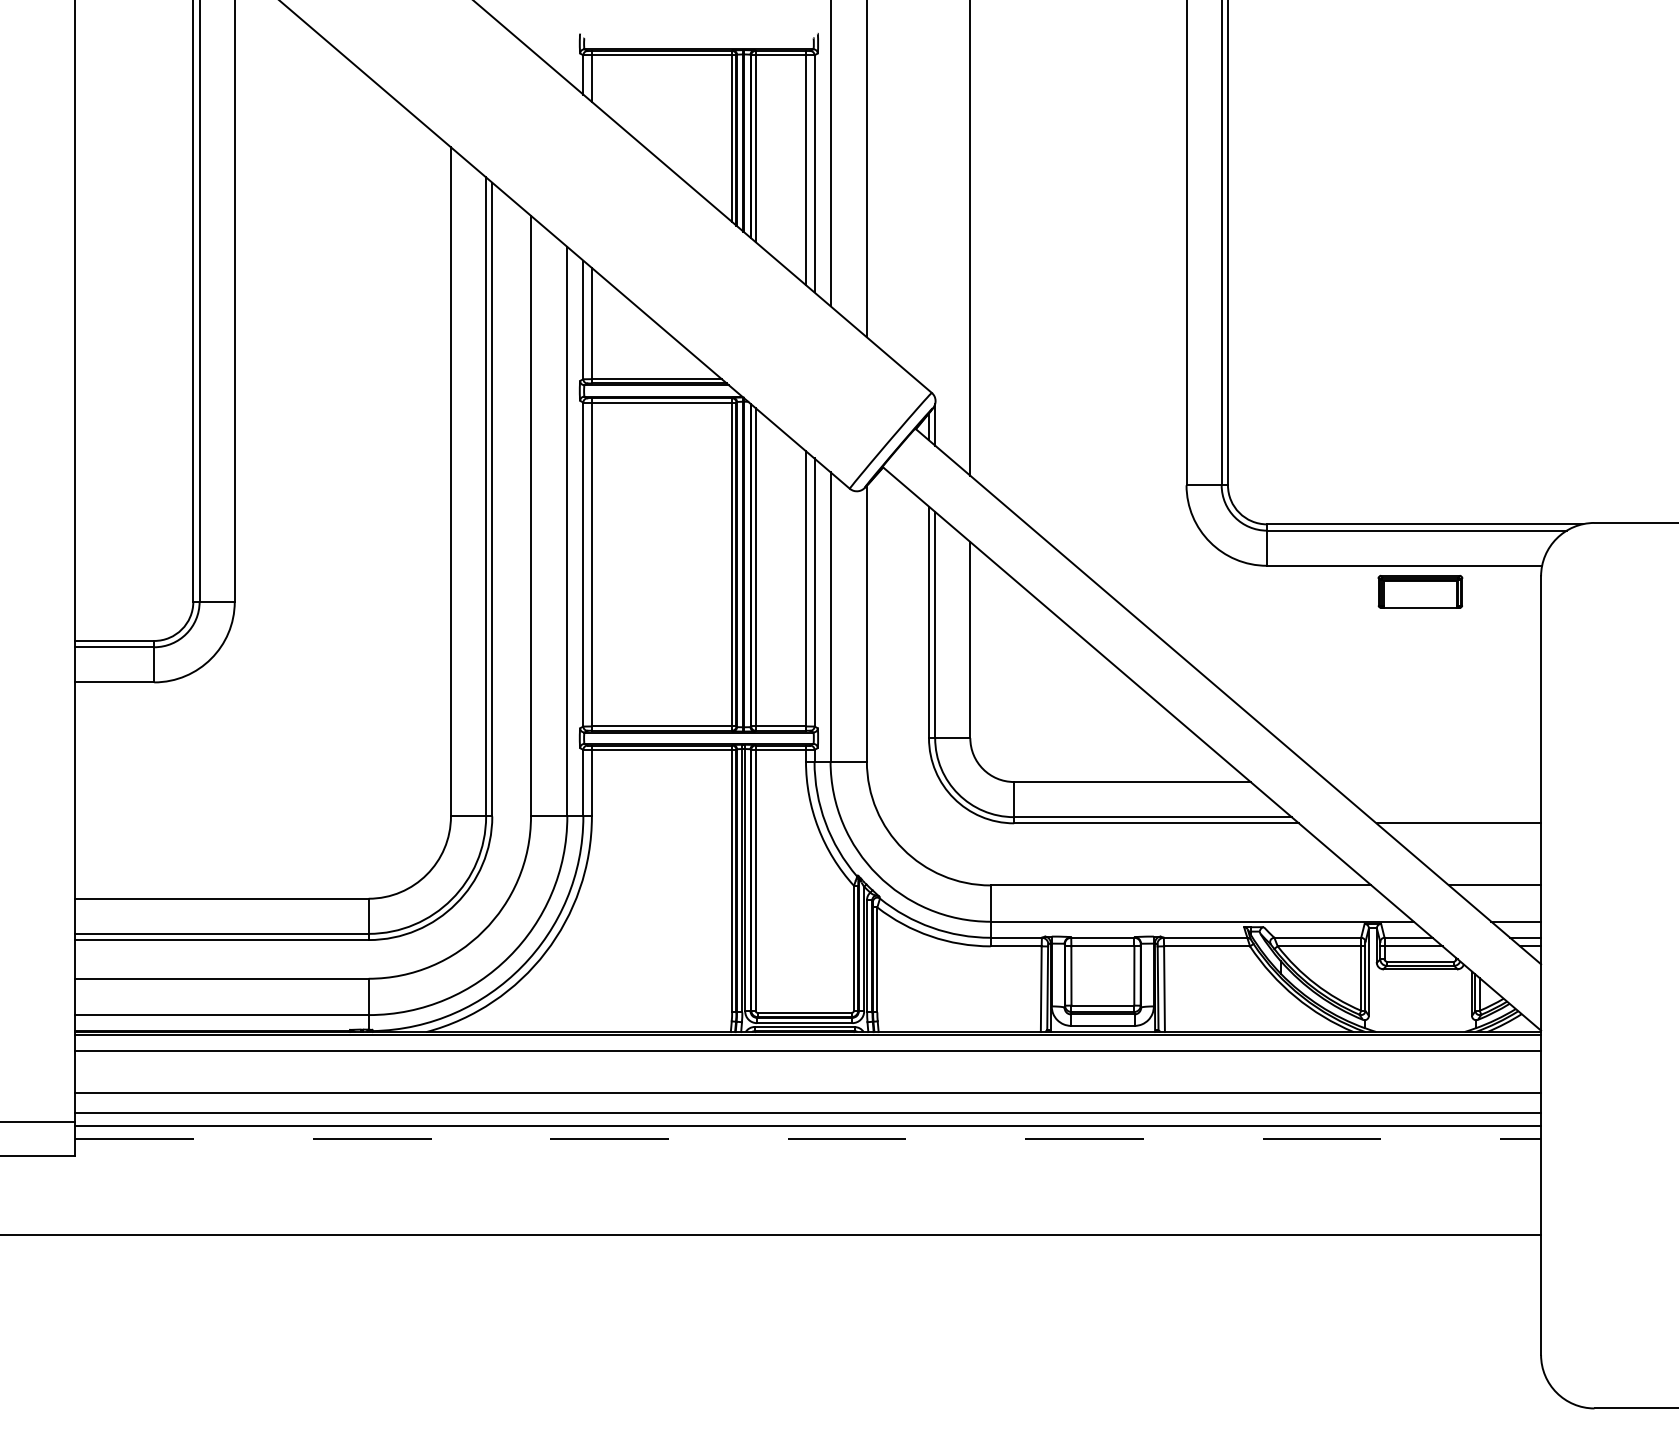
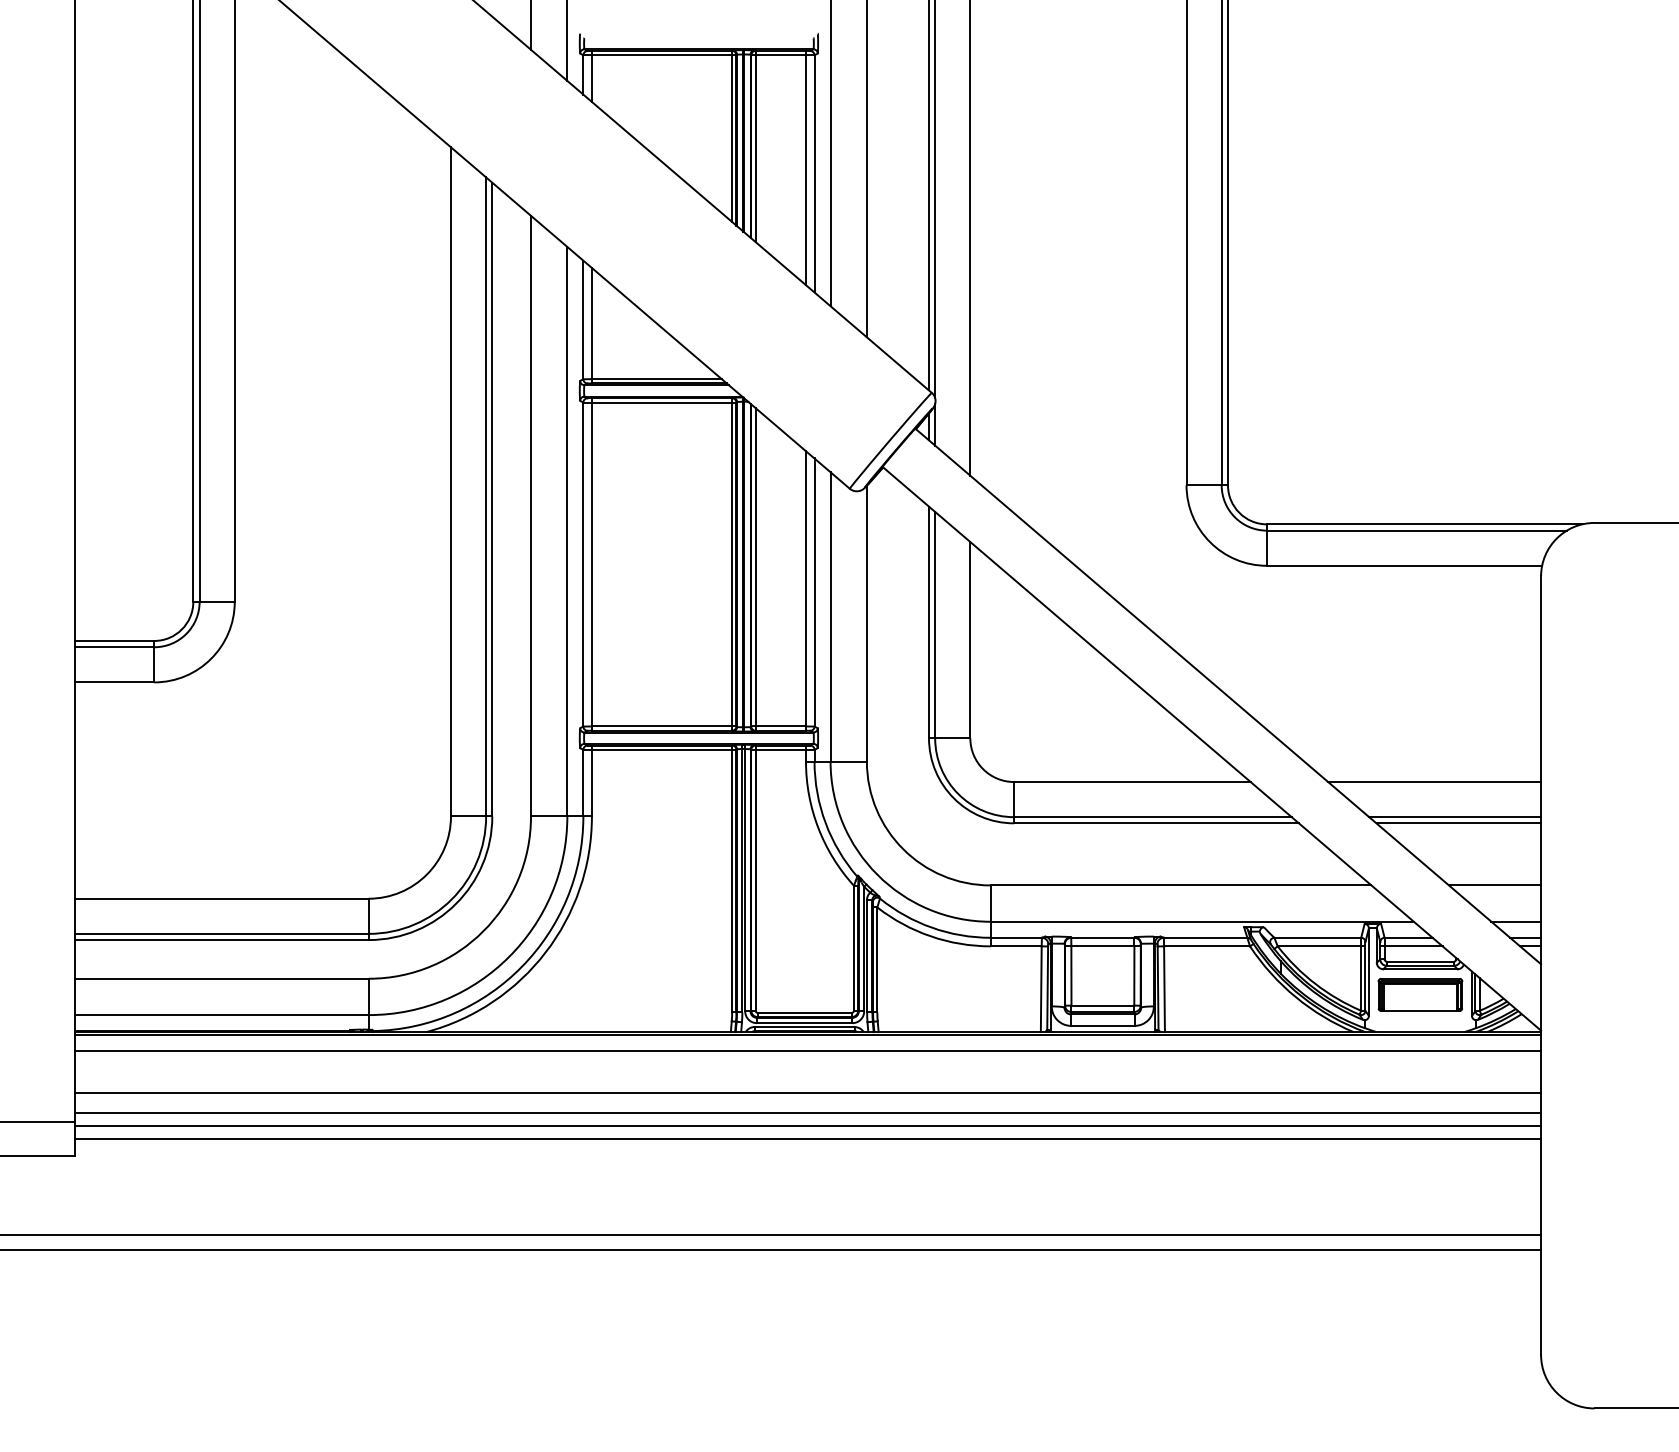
line at (531, 25): none -> present
line at (567, 41): none -> present
line at (929, 196): none -> present
line at (935, 200): none -> present
part at (1420, 591) position: (1420, 591) -> (1420, 994)
line at (1434, 782): none -> present
line at (1455, 817): none -> present
line at (808, 1138): dashed -> solid
line at (771, 1250): none -> present
